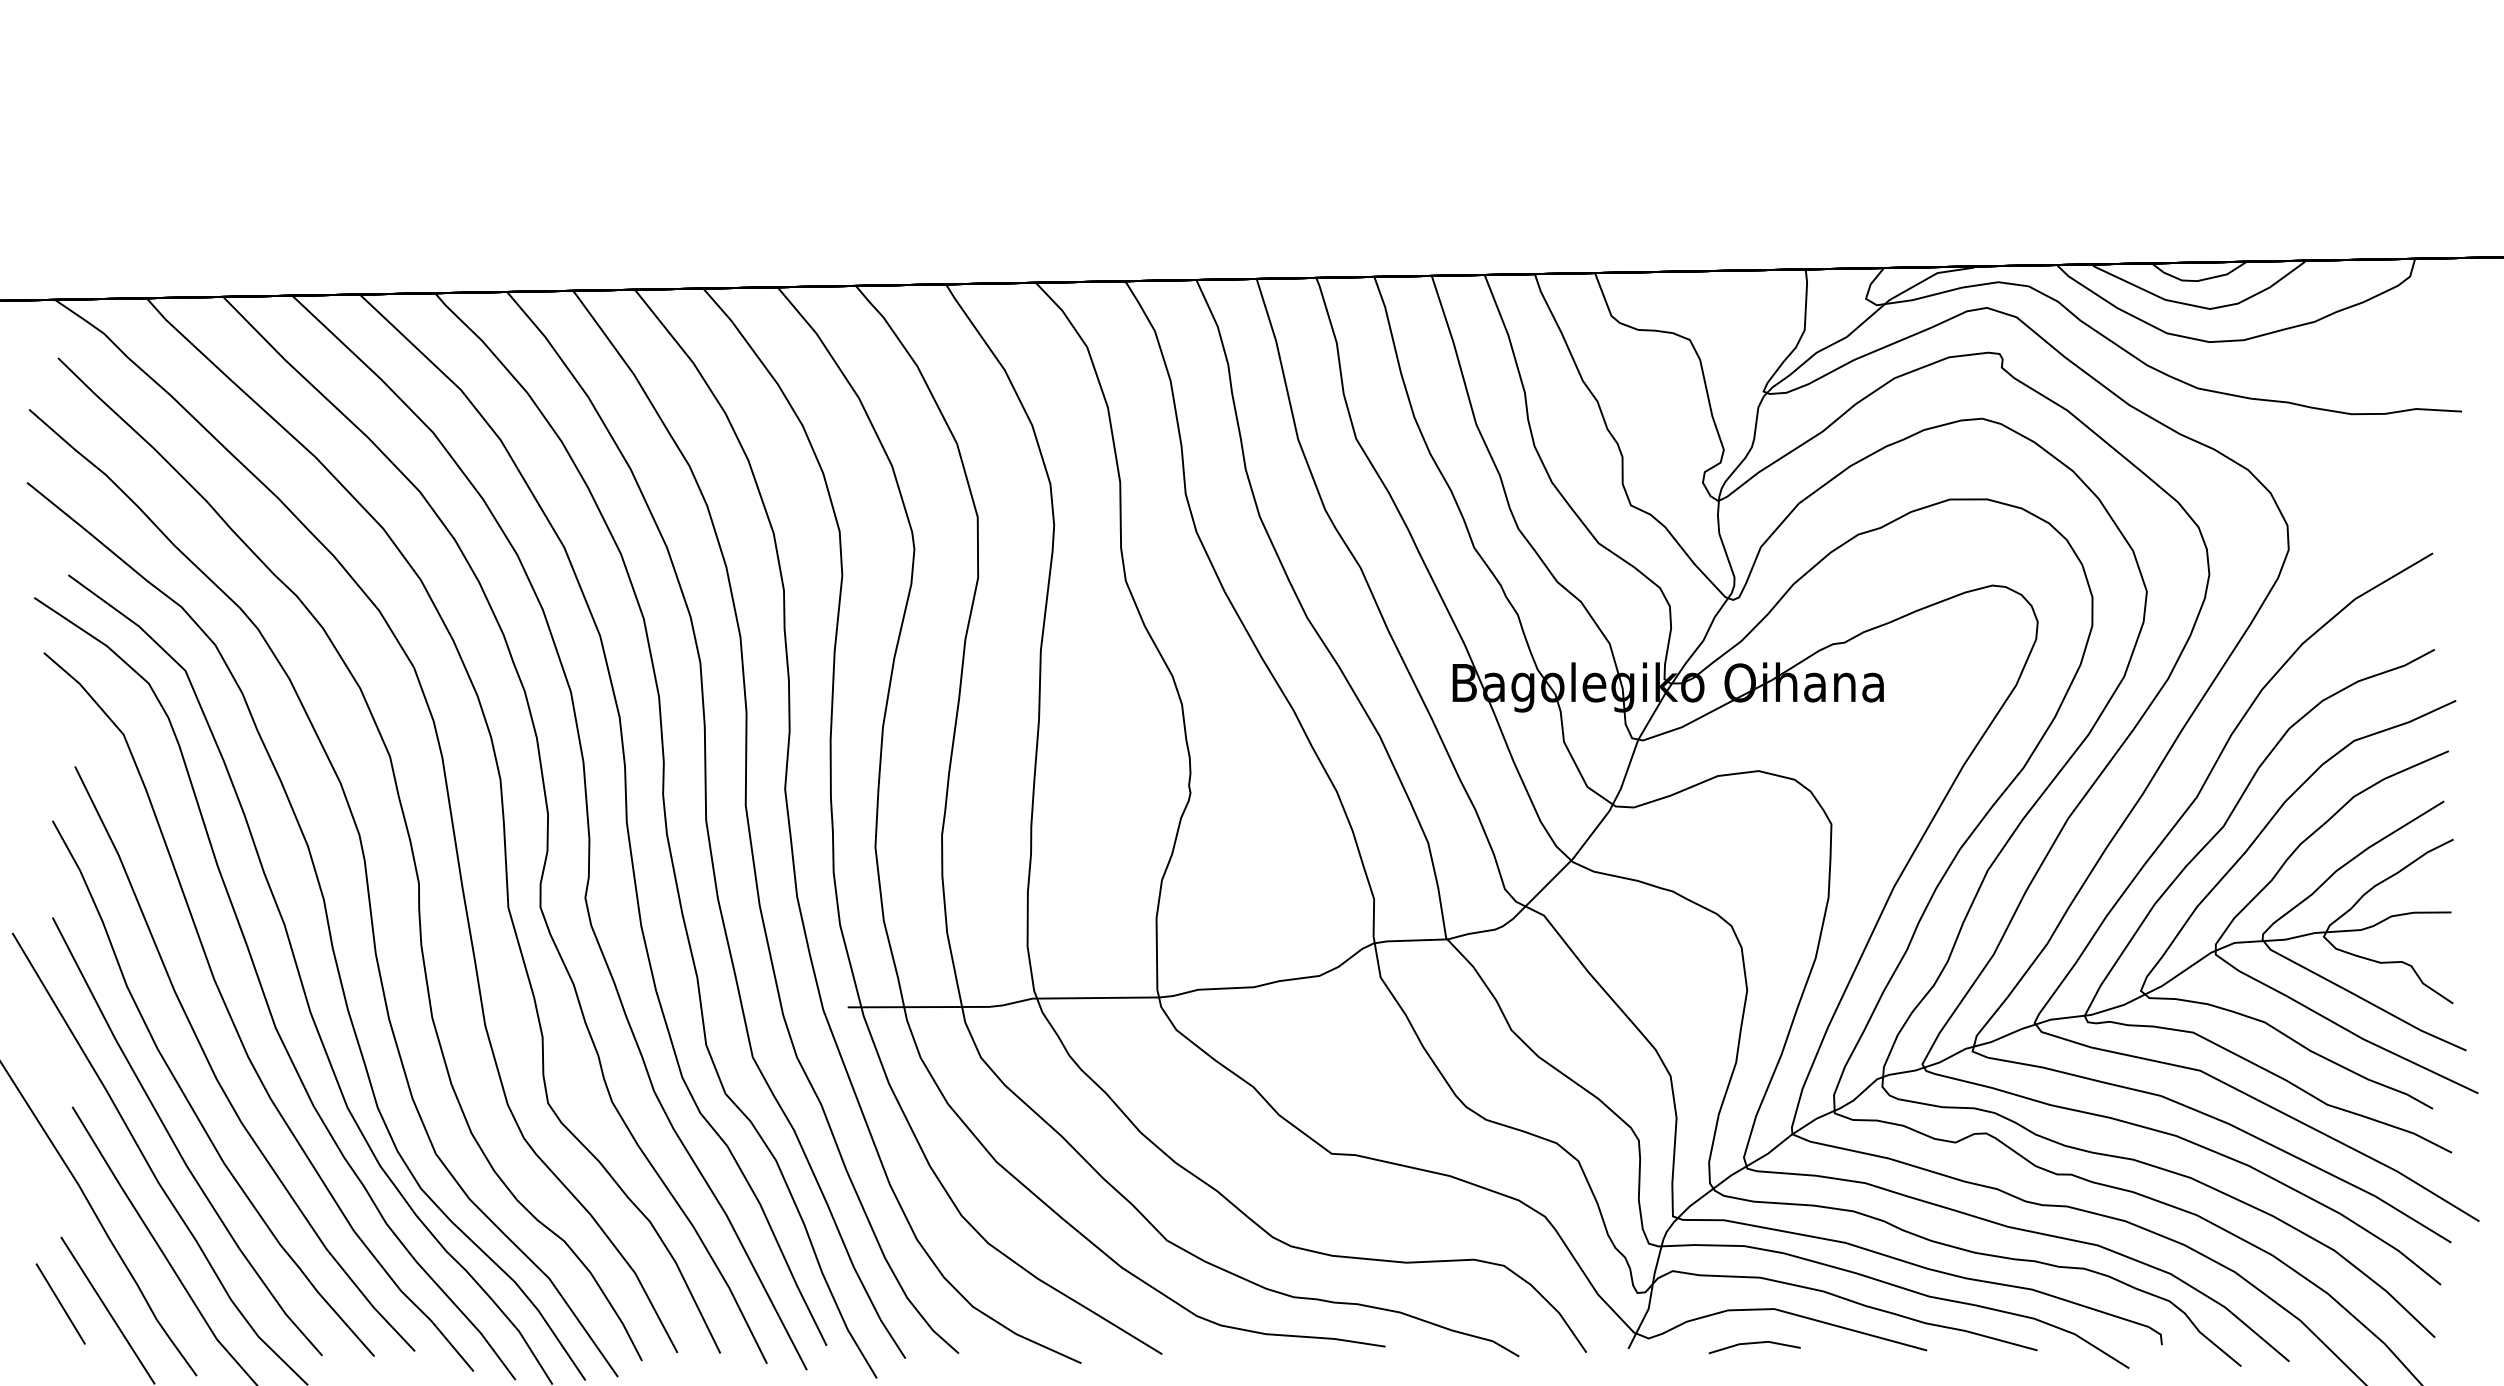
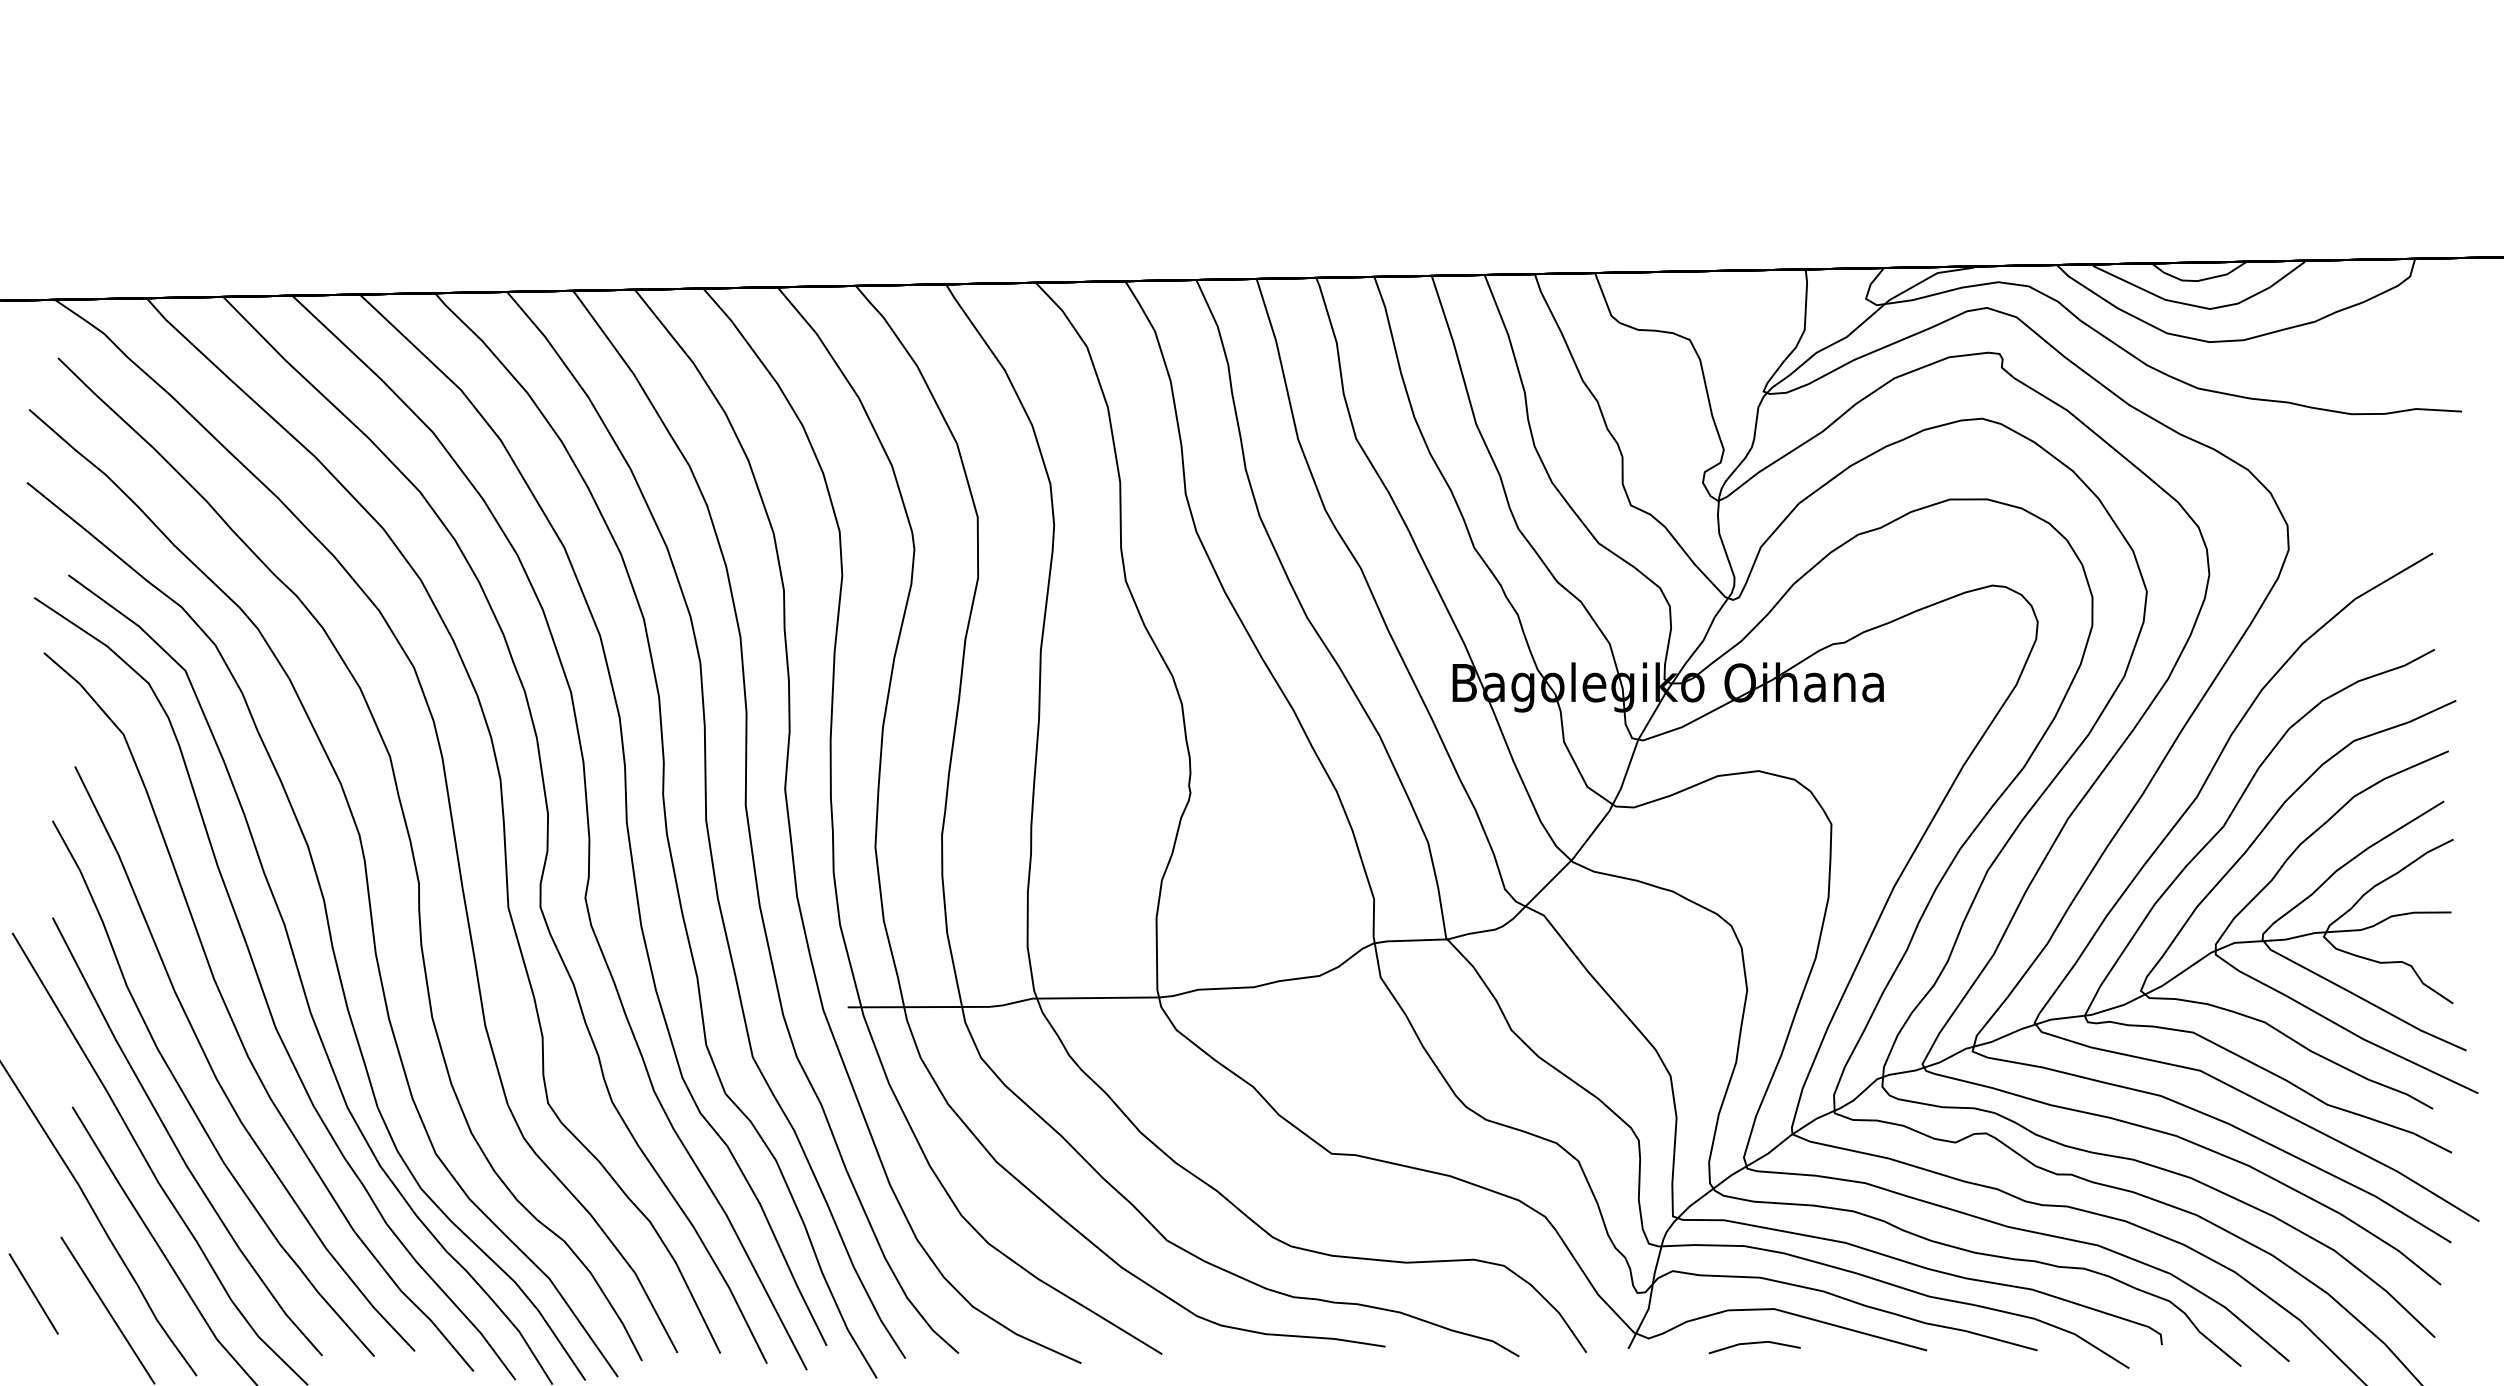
line at (60, 1303) position: (60, 1303) -> (33, 1293)
